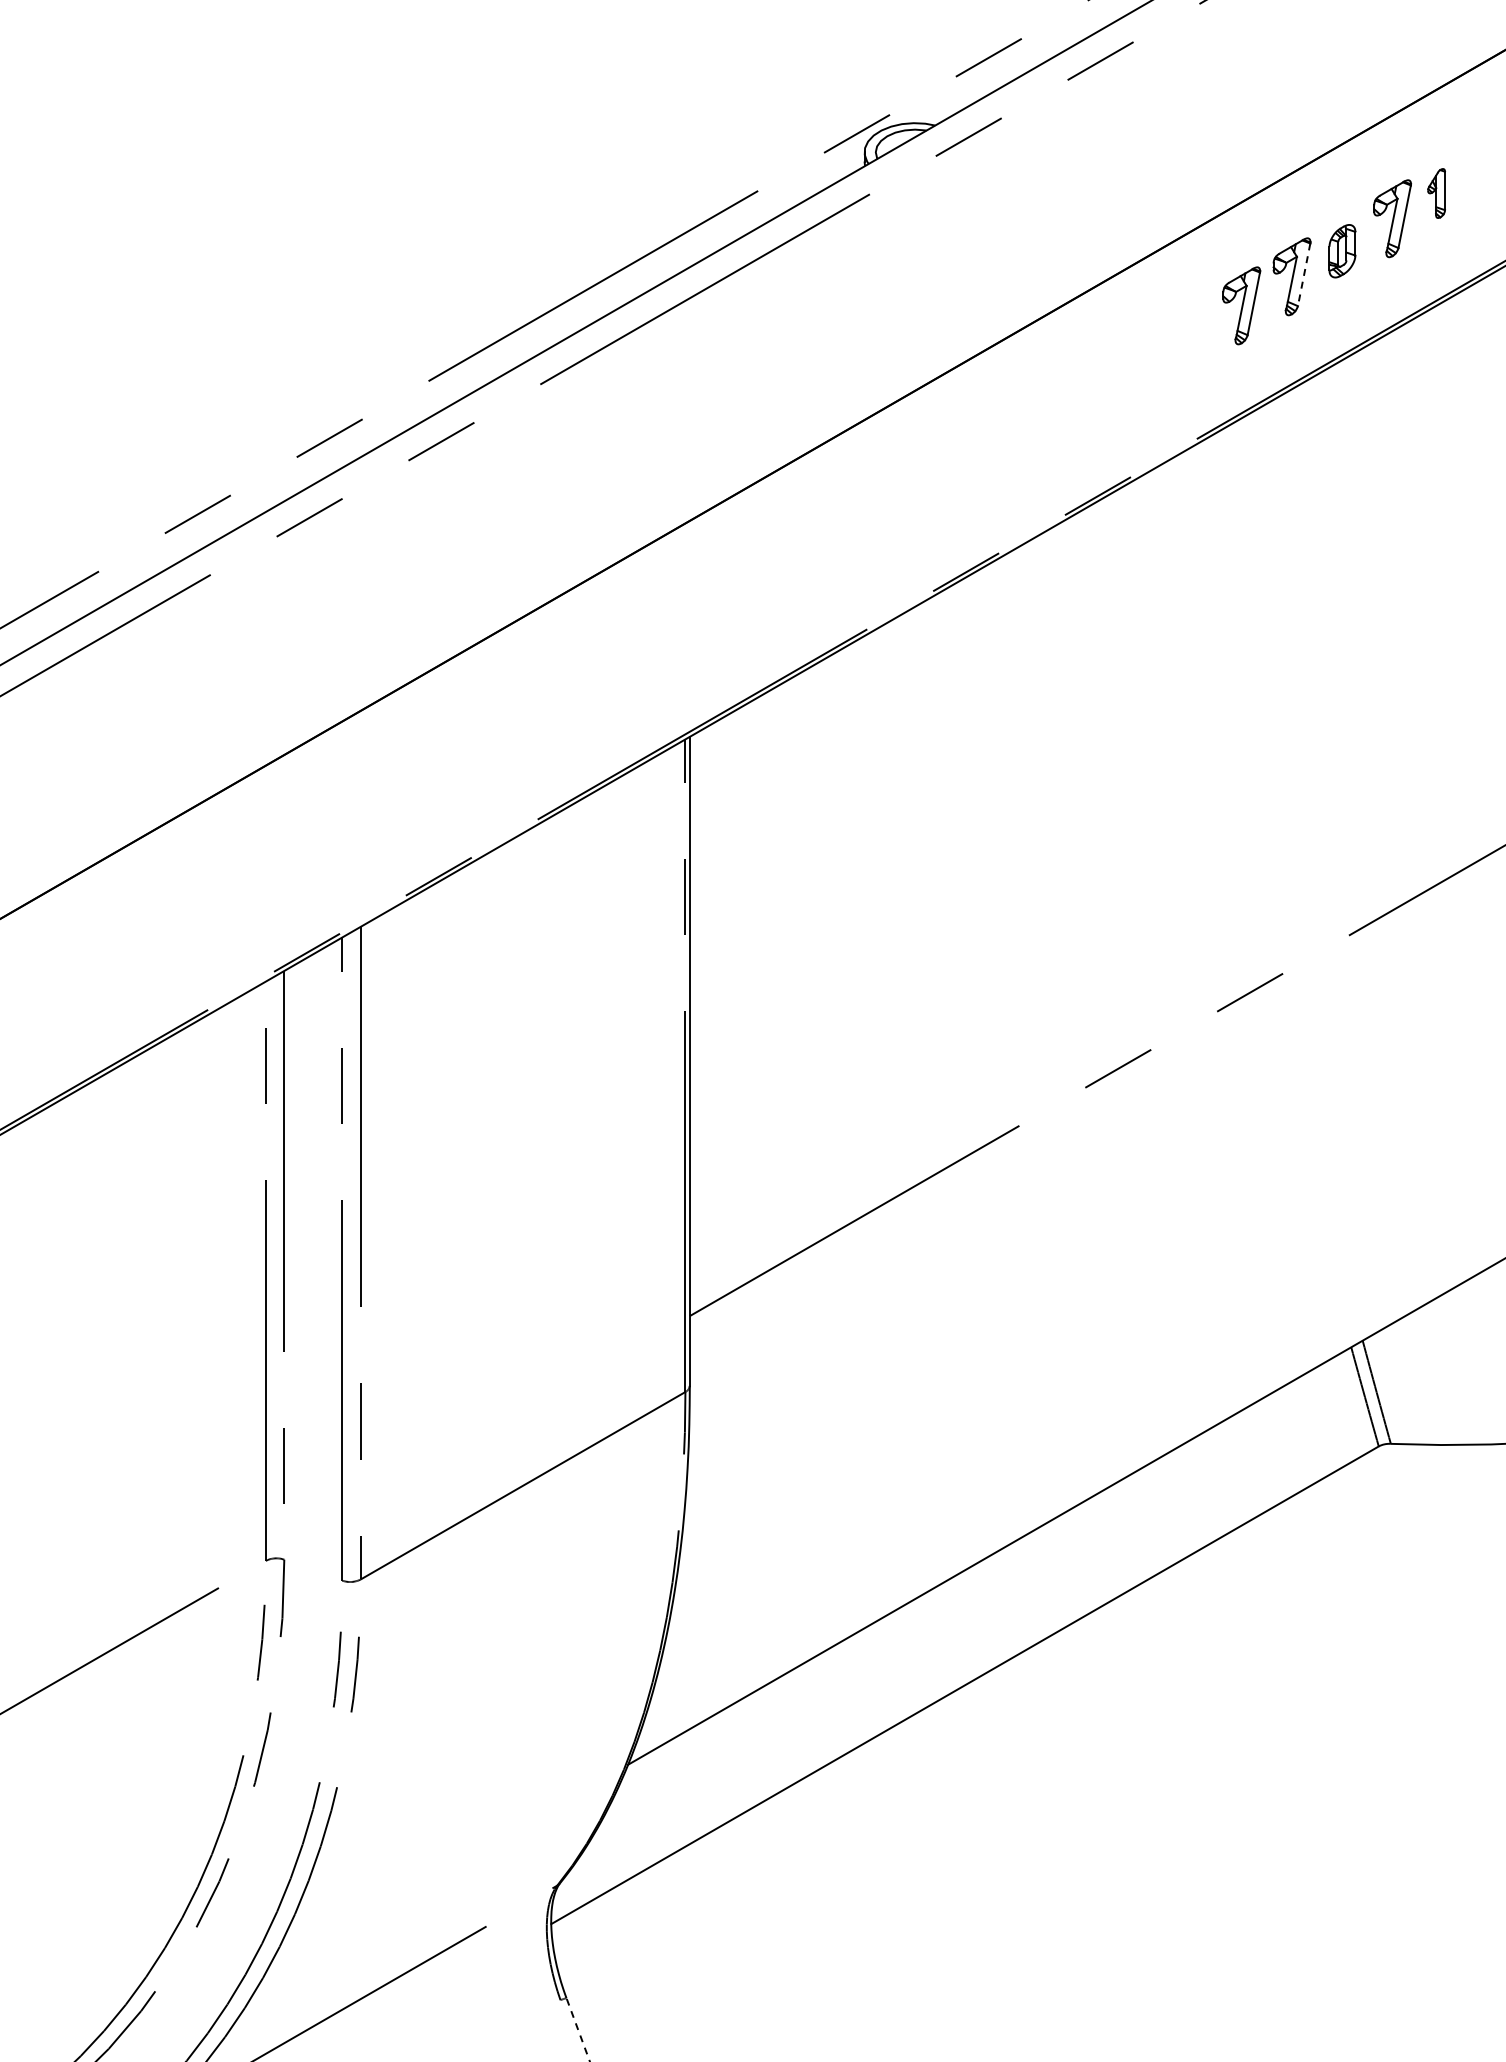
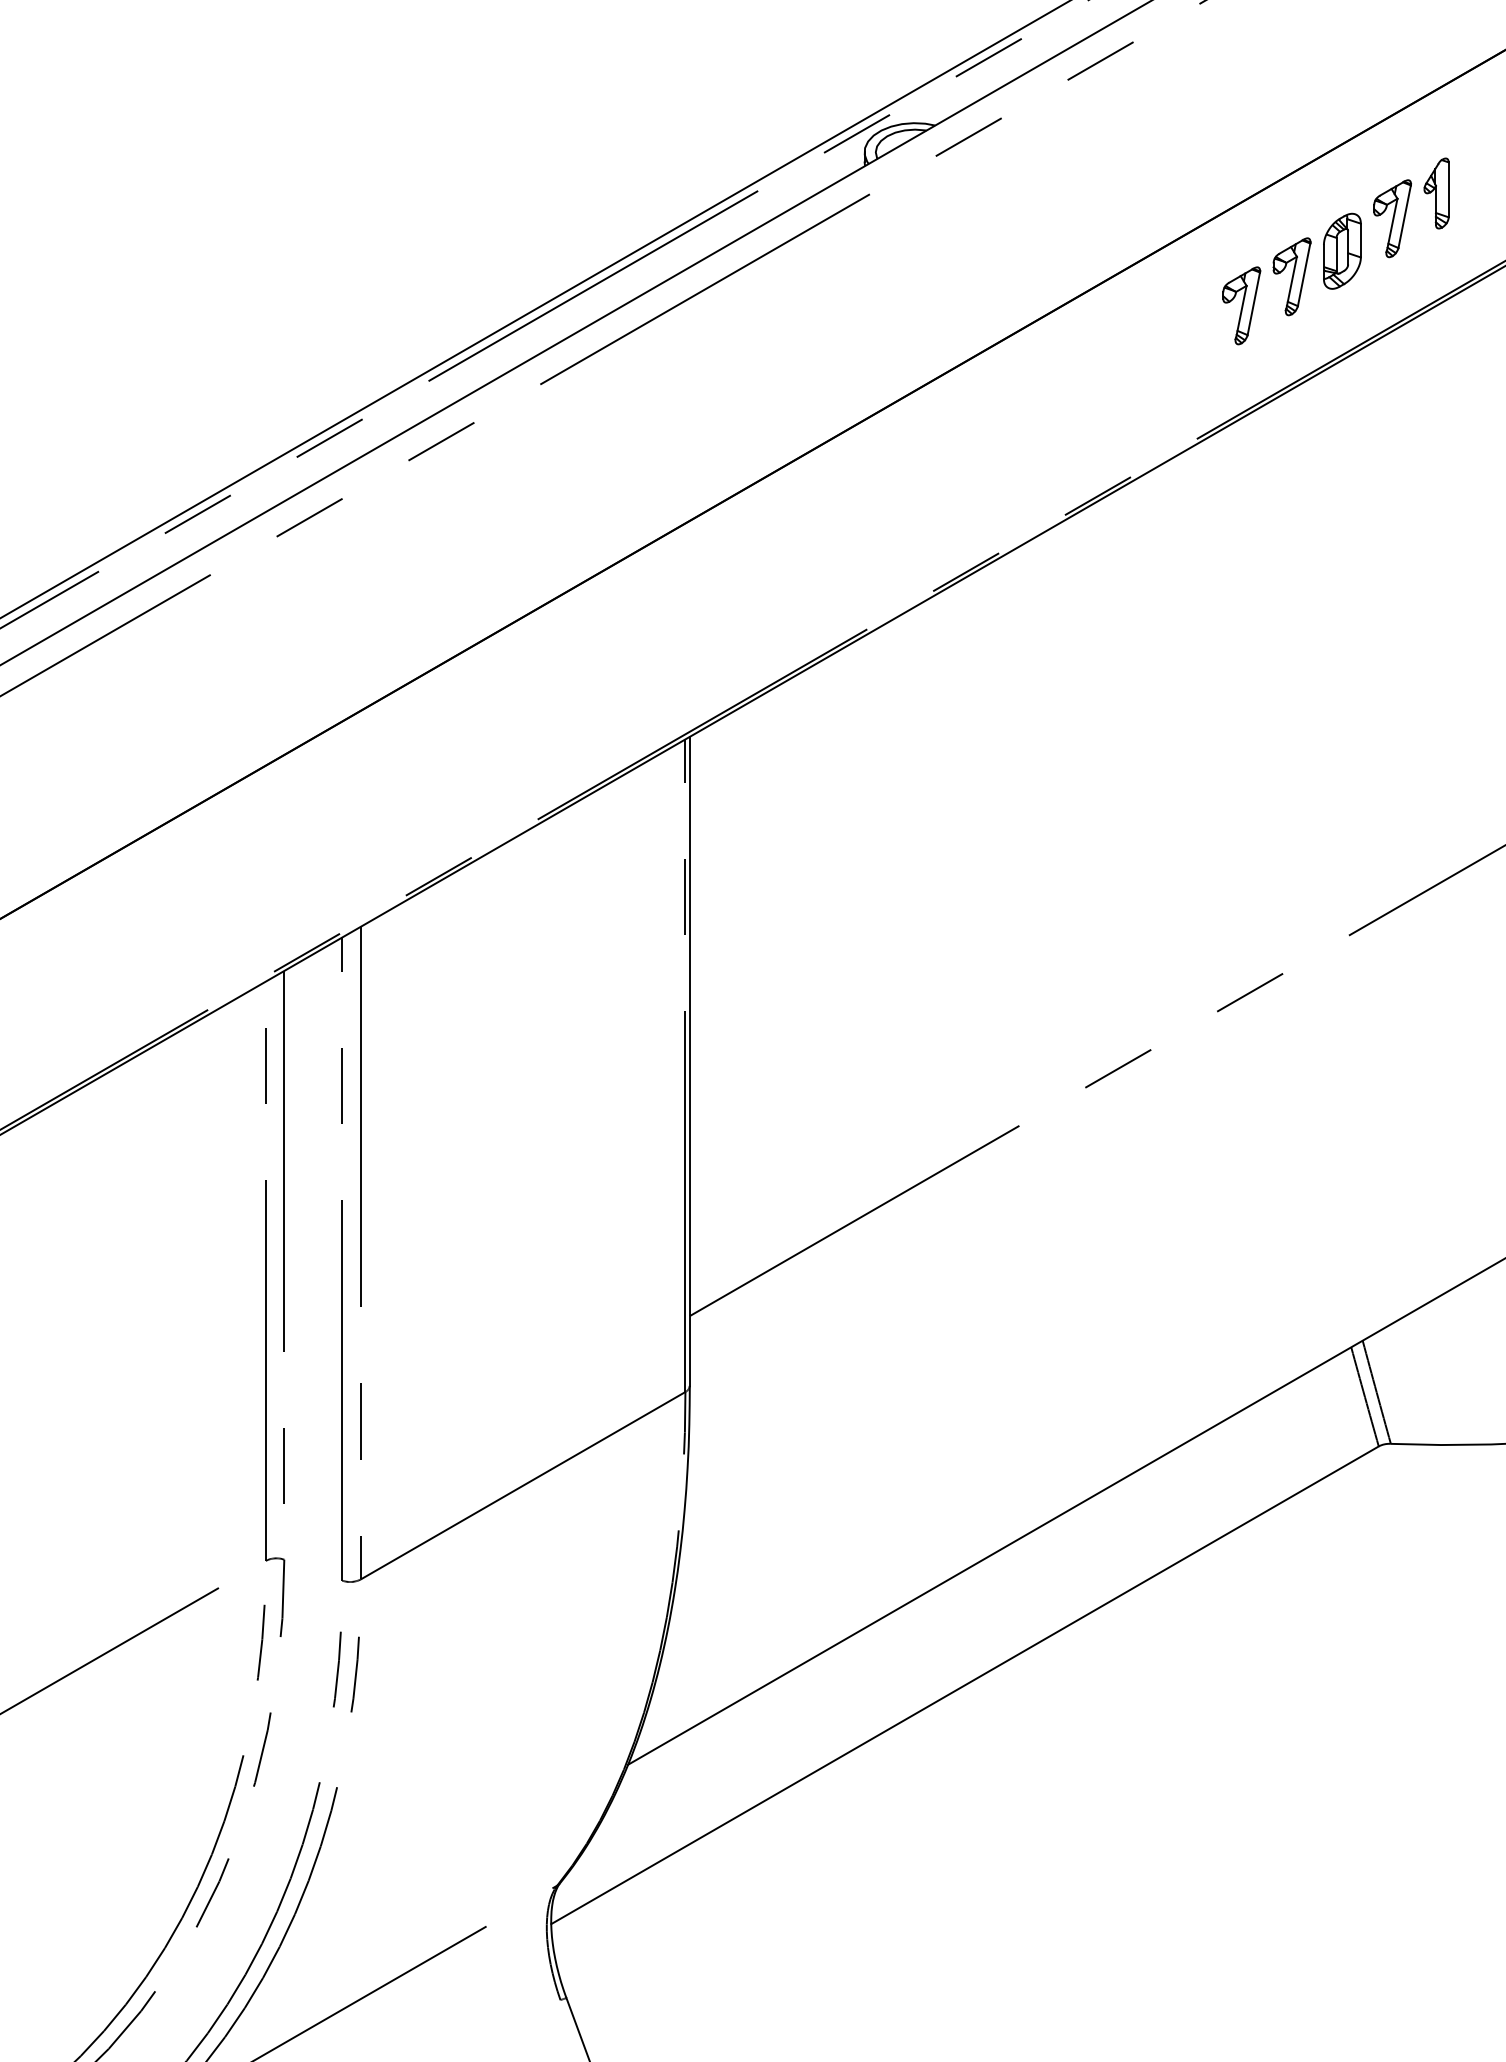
part at (1436, 193) size: 19x51 px -> 27x73 px
part at (1342, 251) size: 29x55 px -> 39x78 px
line at (1304, 274): dashed -> solid
line at (534, 309): none -> present
line at (578, 2030): dashed -> solid
